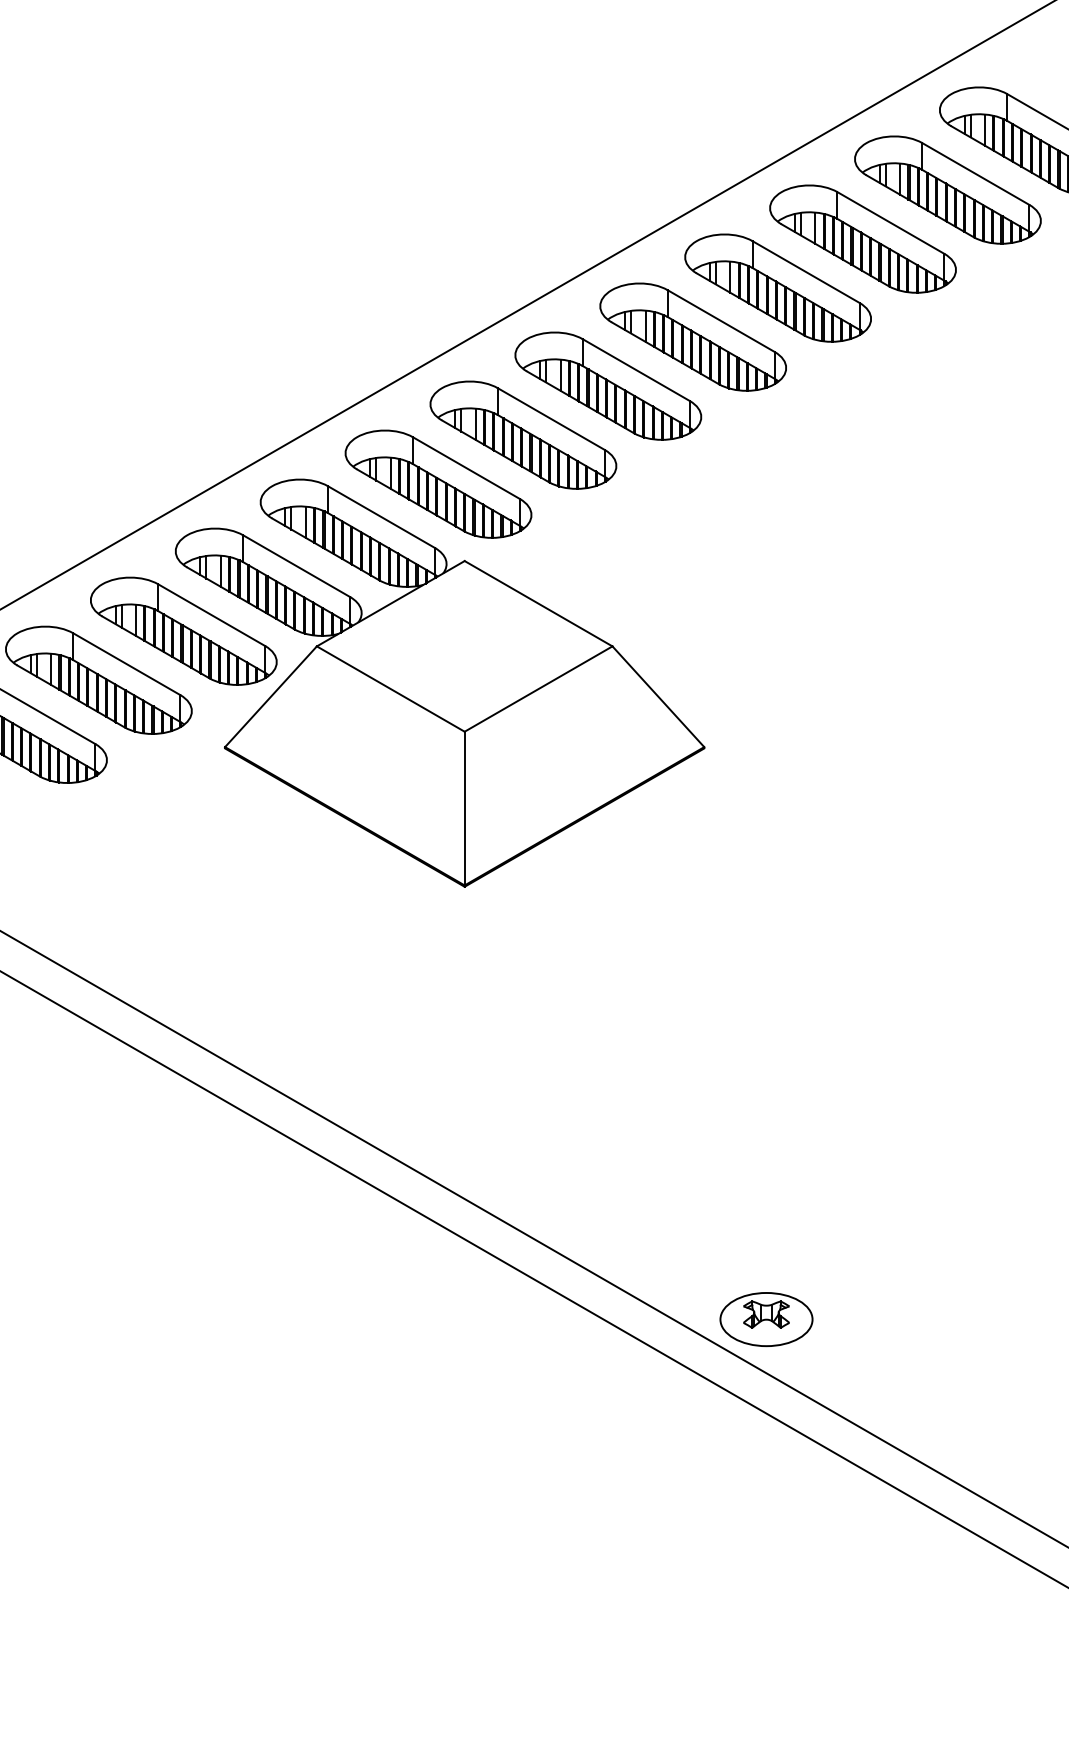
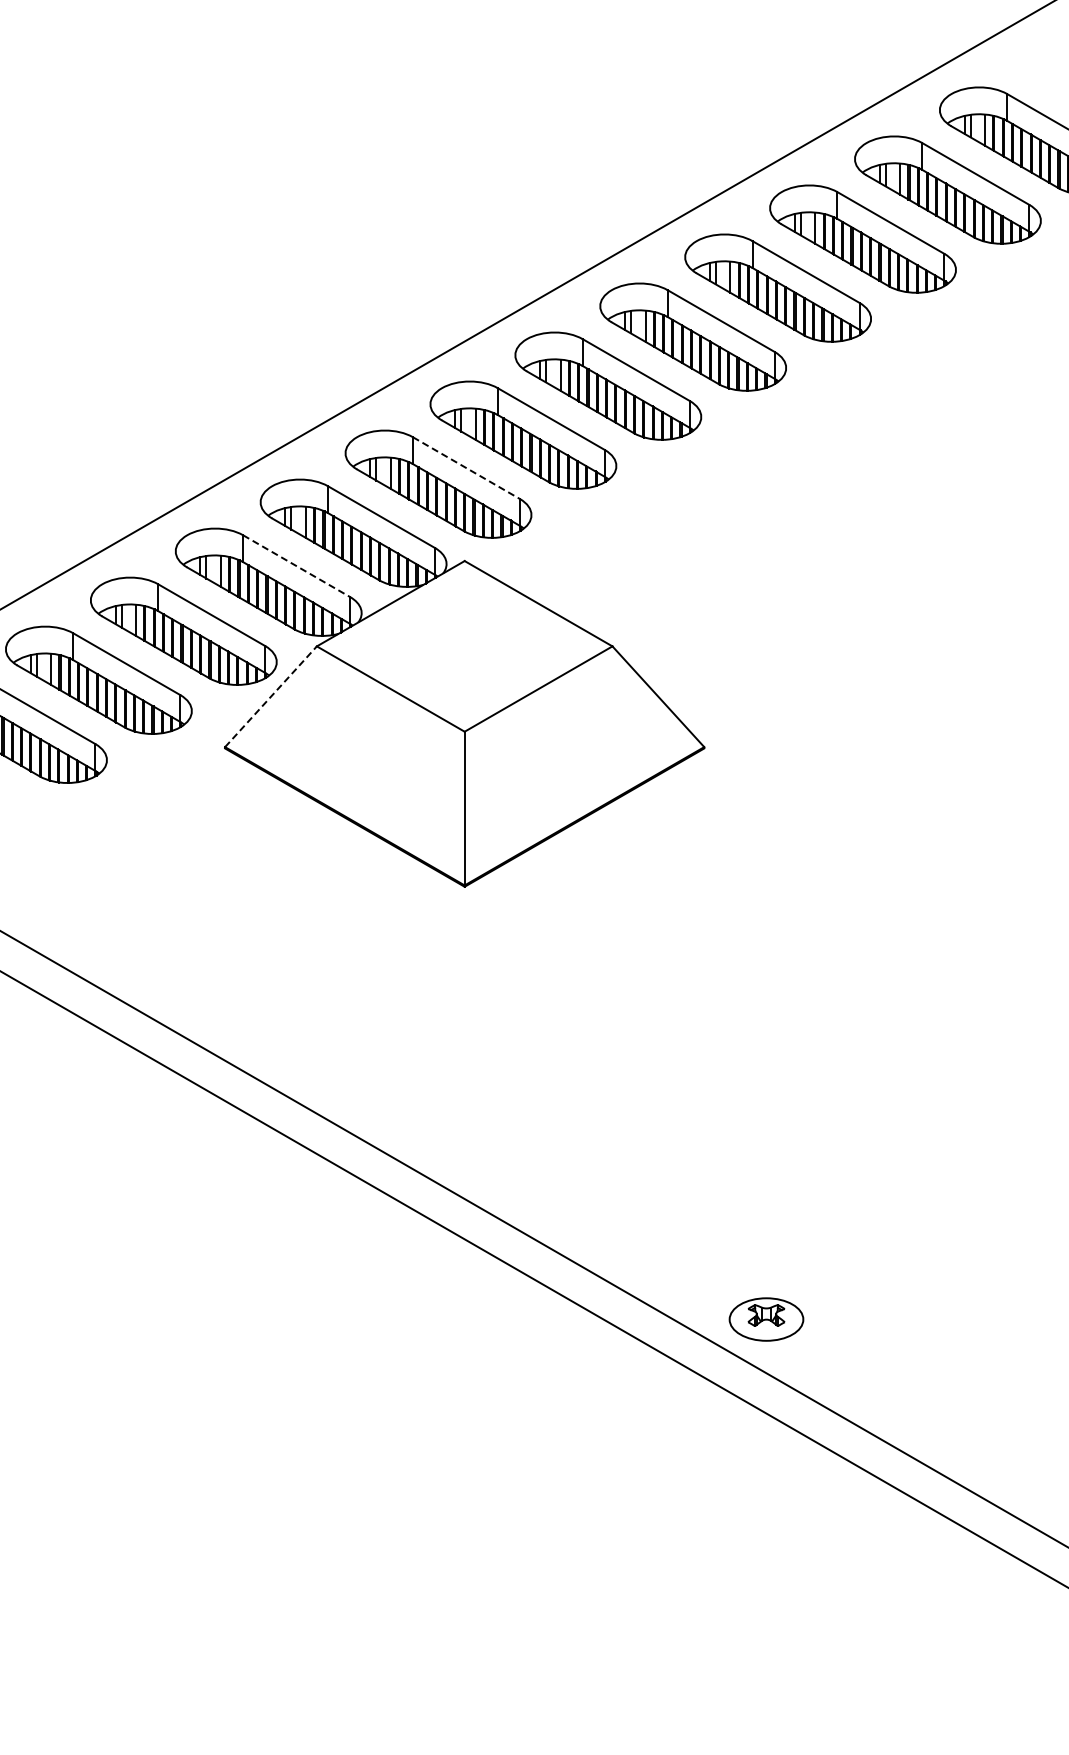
line at (466, 468): solid -> dashed
line at (296, 566): solid -> dashed
line at (271, 696): solid -> dashed
part at (766, 1319) size: 95x55 px -> 77x45 px
